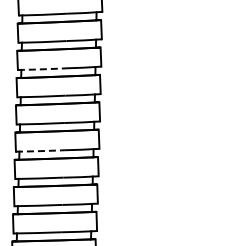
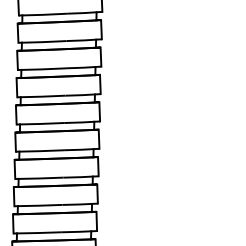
arc at (41, 69): dashed -> solid
arc at (40, 151): dashed -> solid
